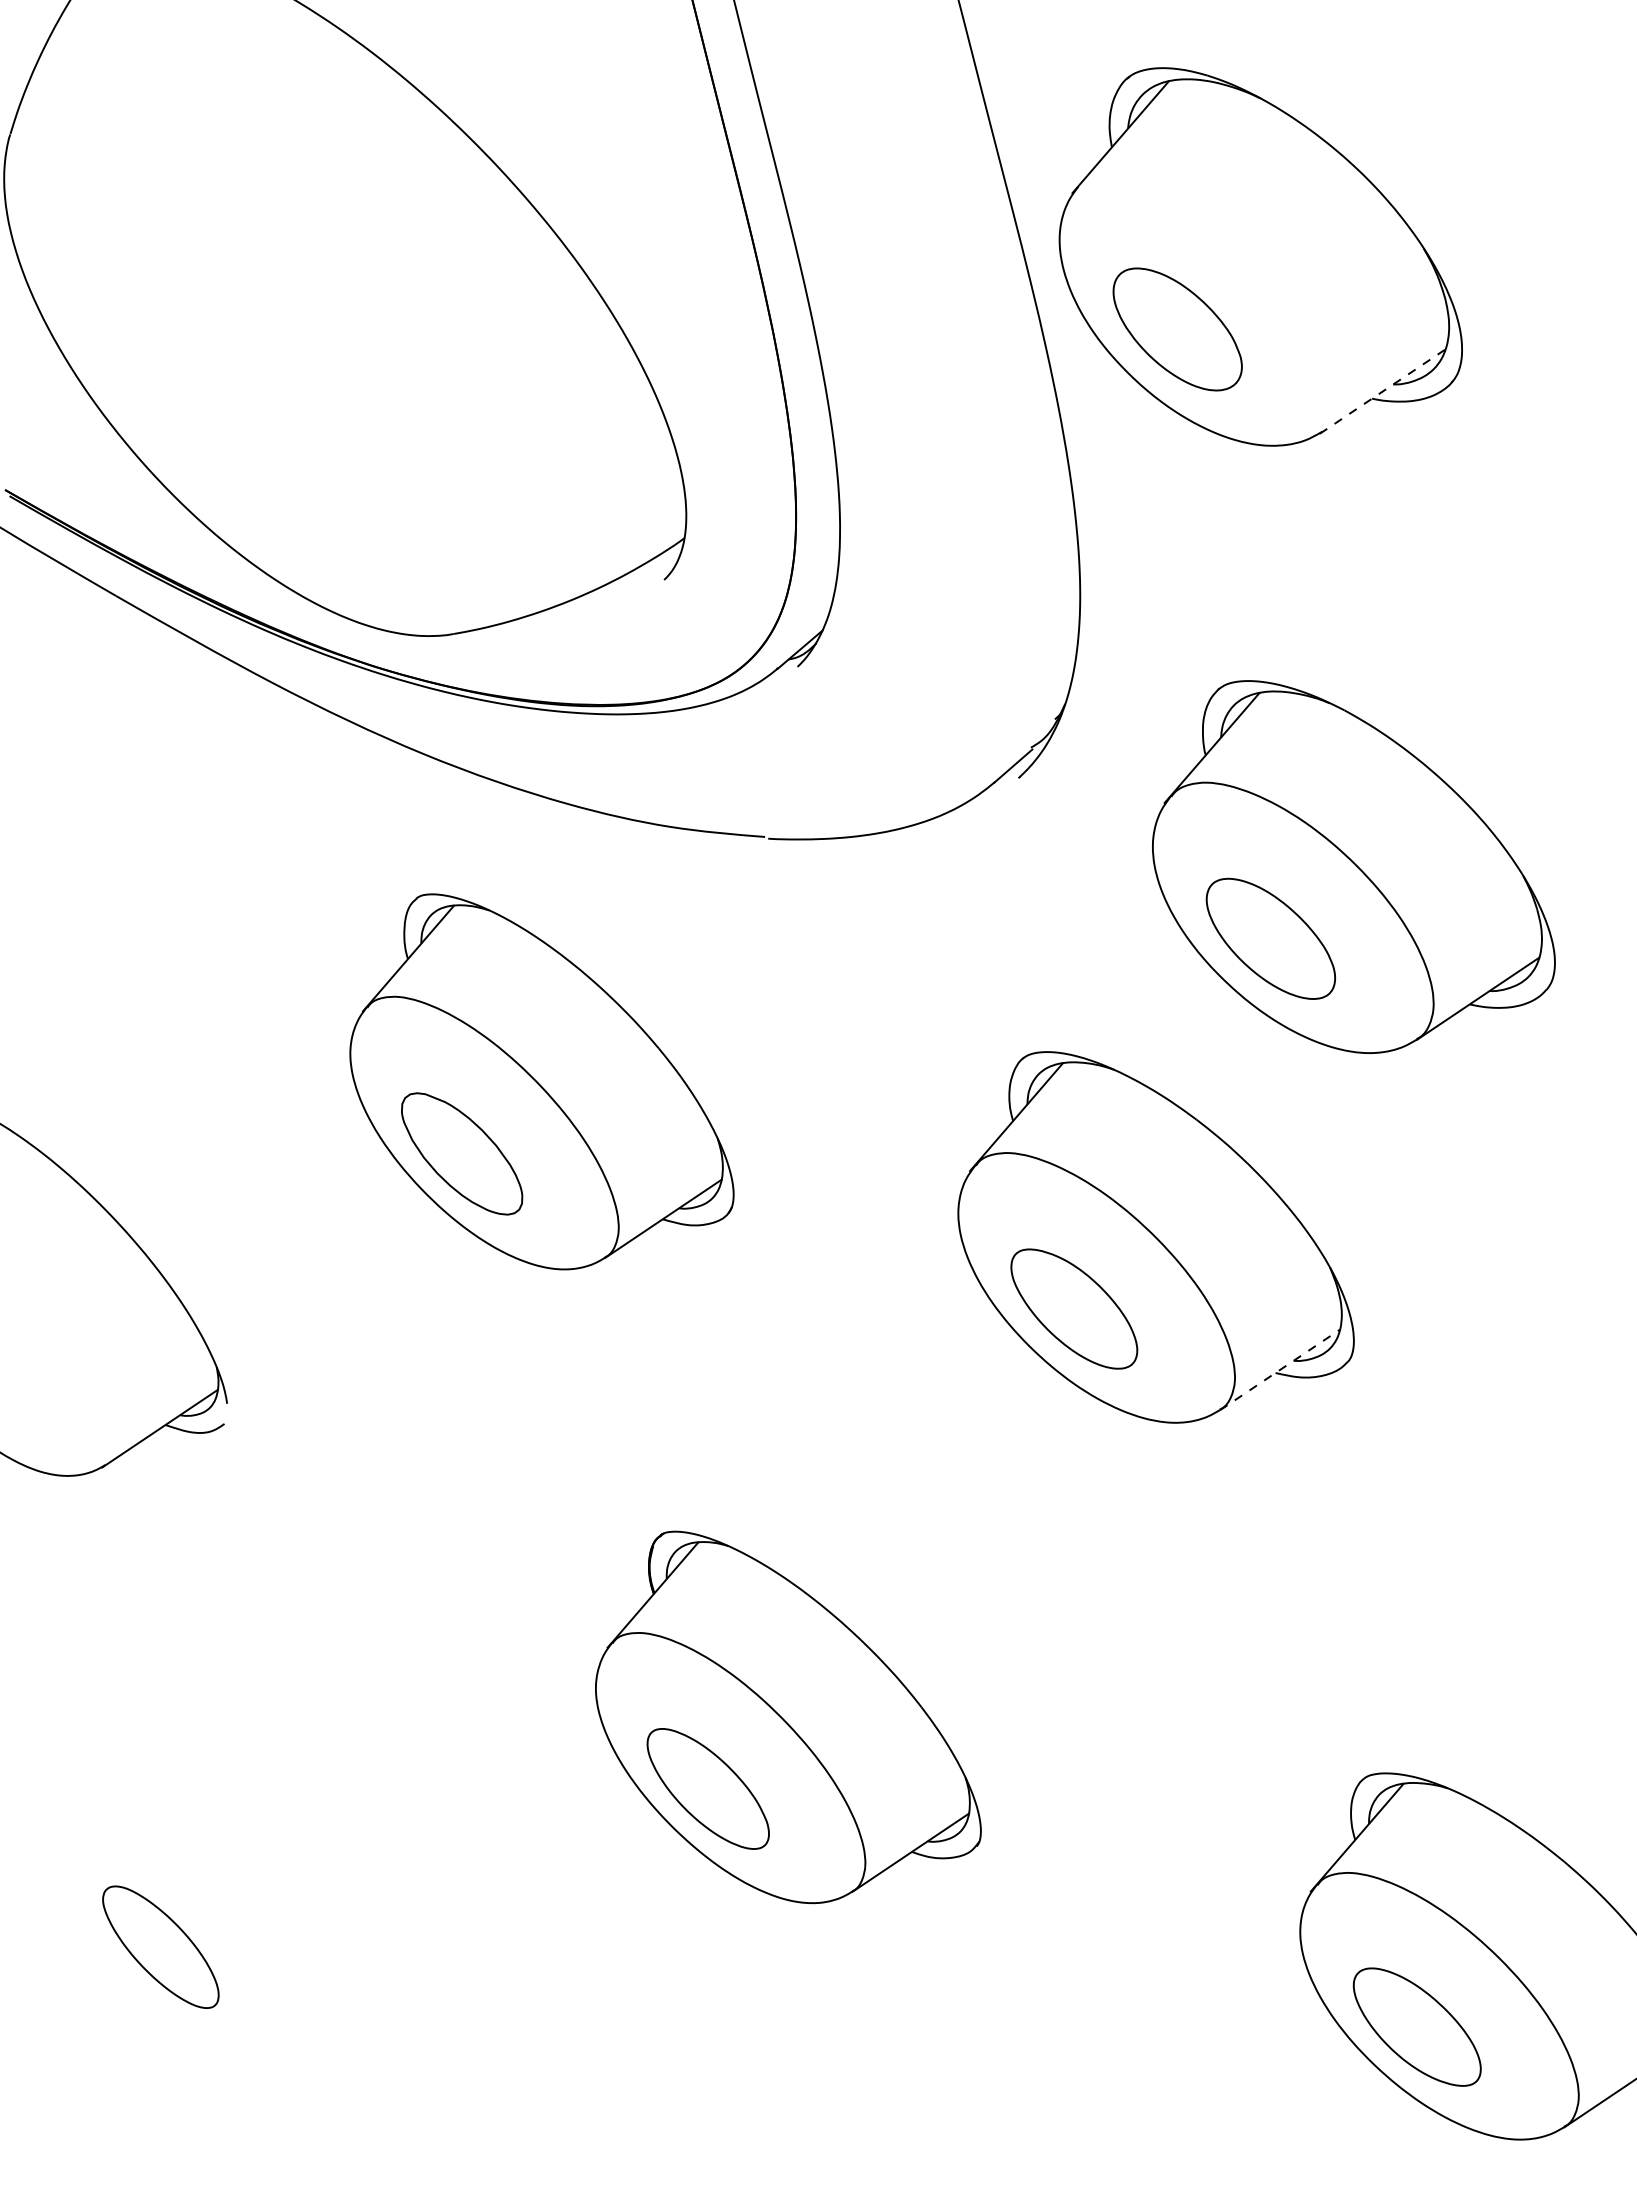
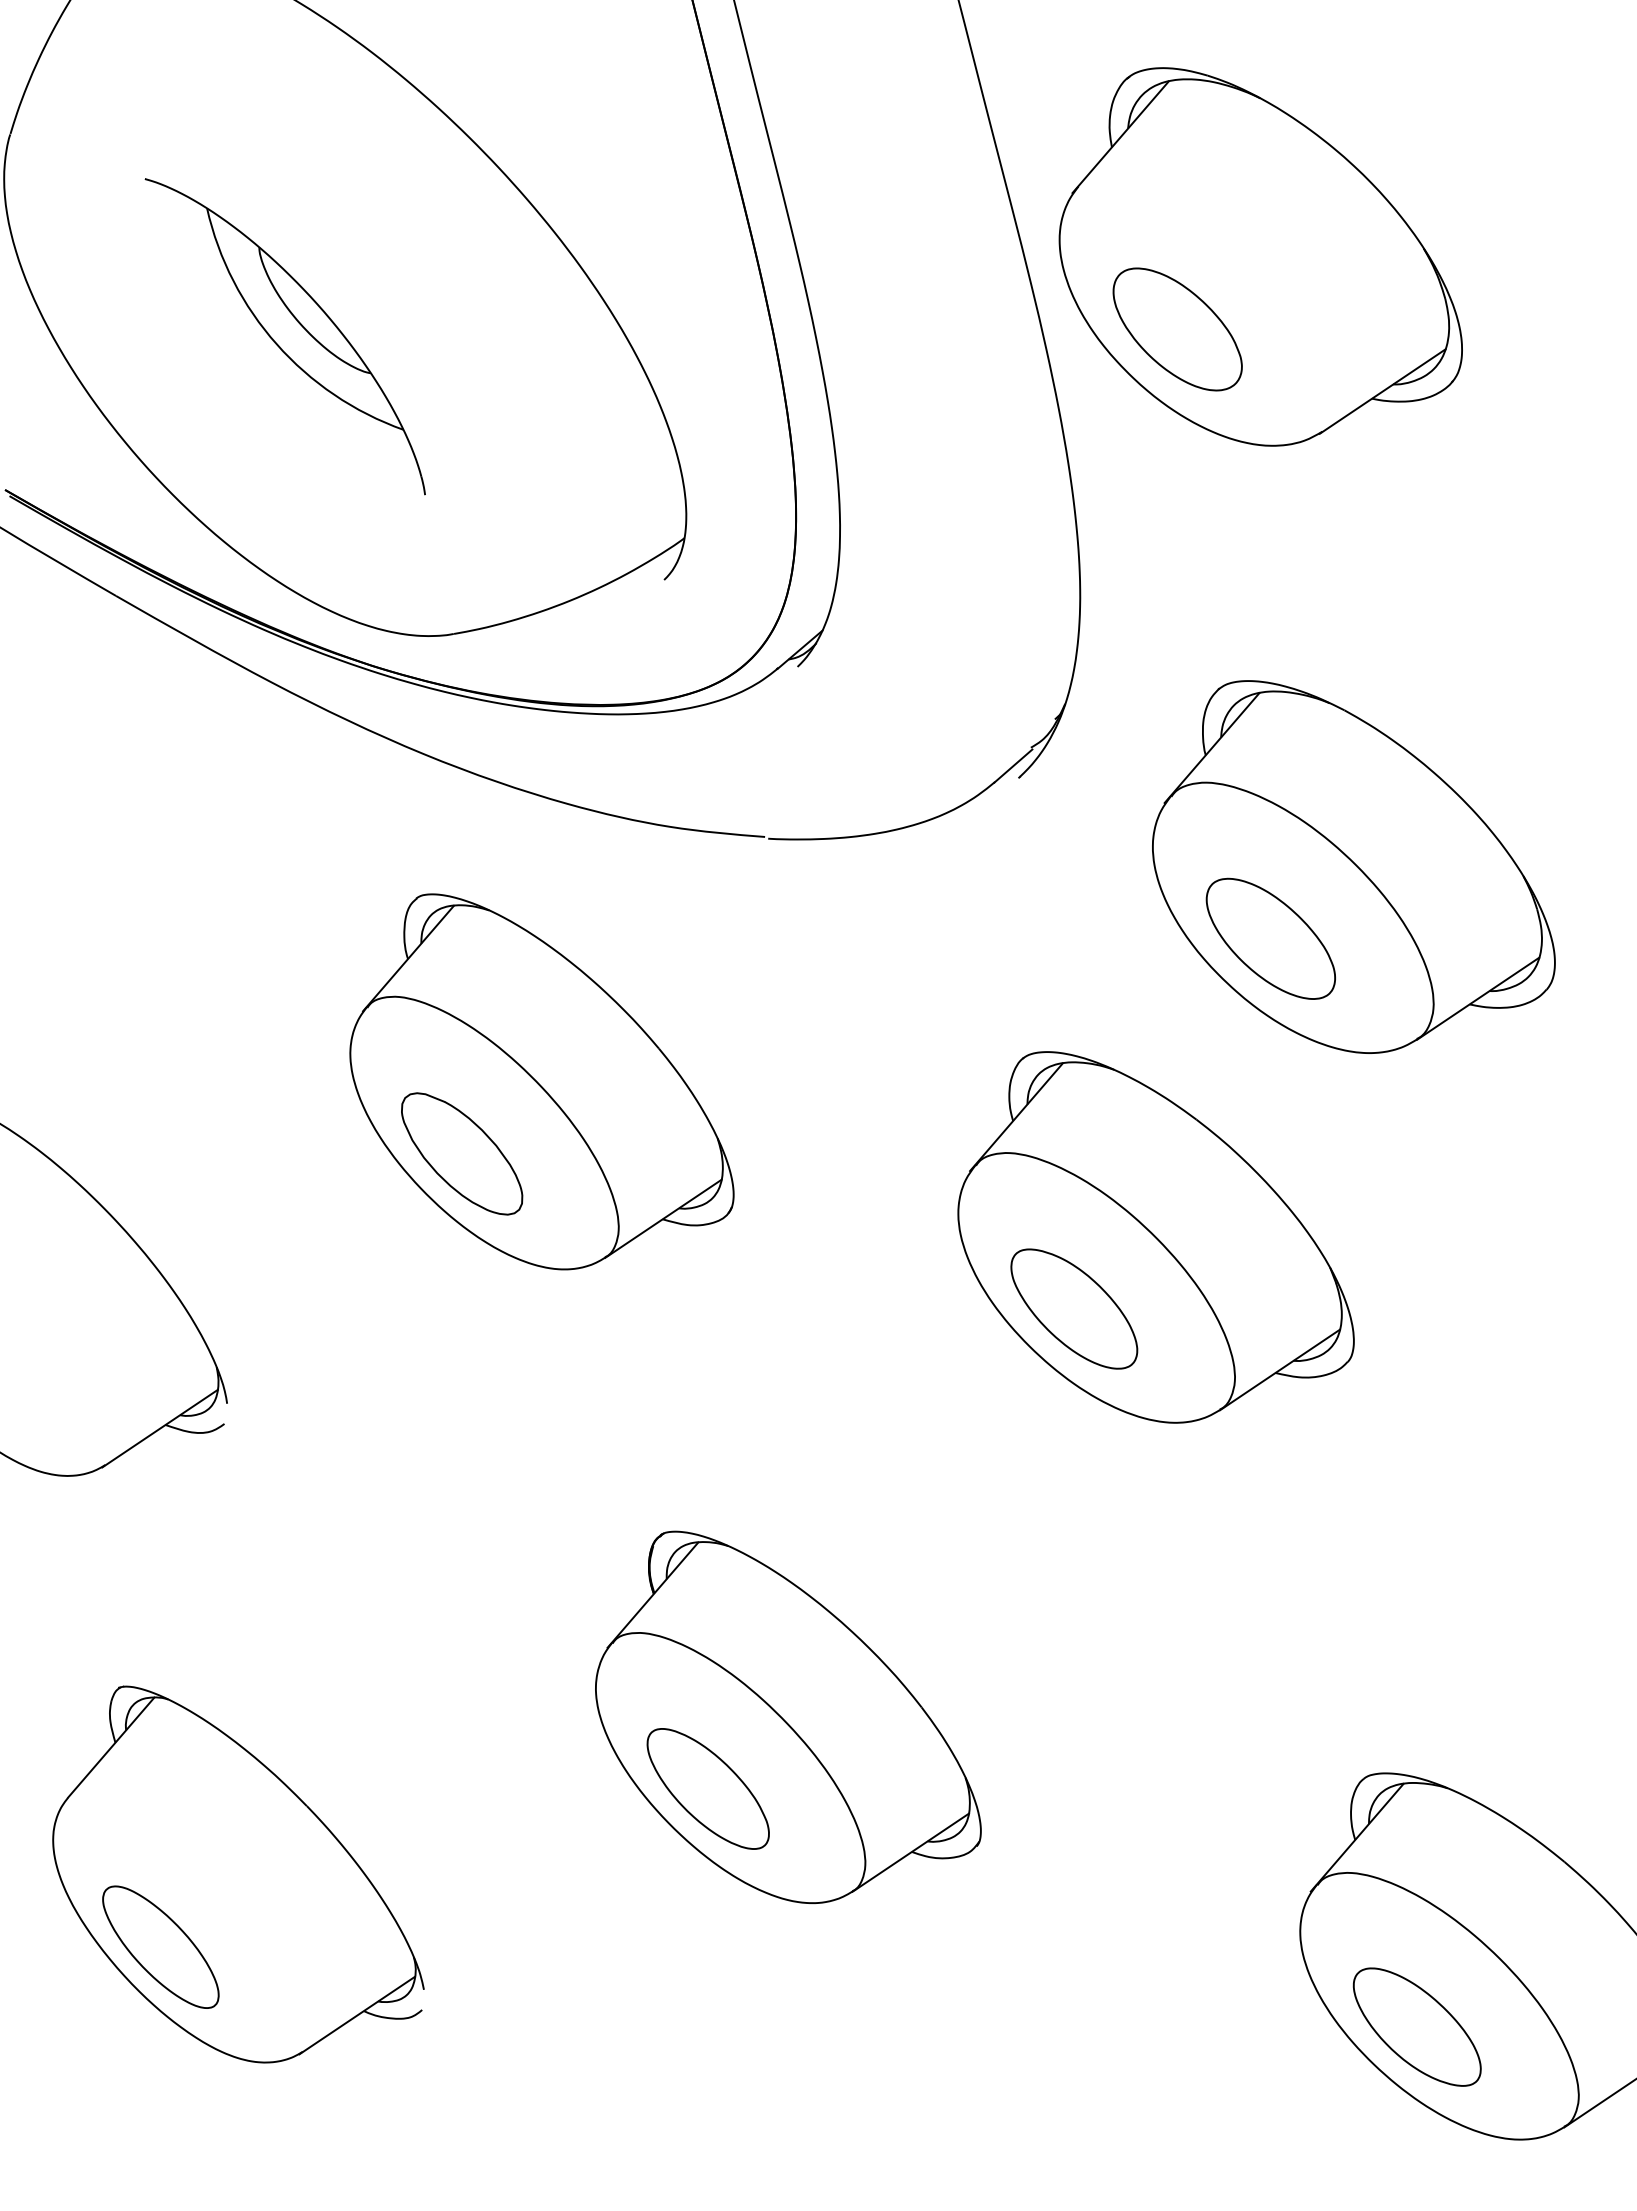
part at (284, 336): none -> present
line at (1382, 391): dashed -> solid
line at (1280, 1369): dashed -> solid
part at (238, 1874): none -> present
